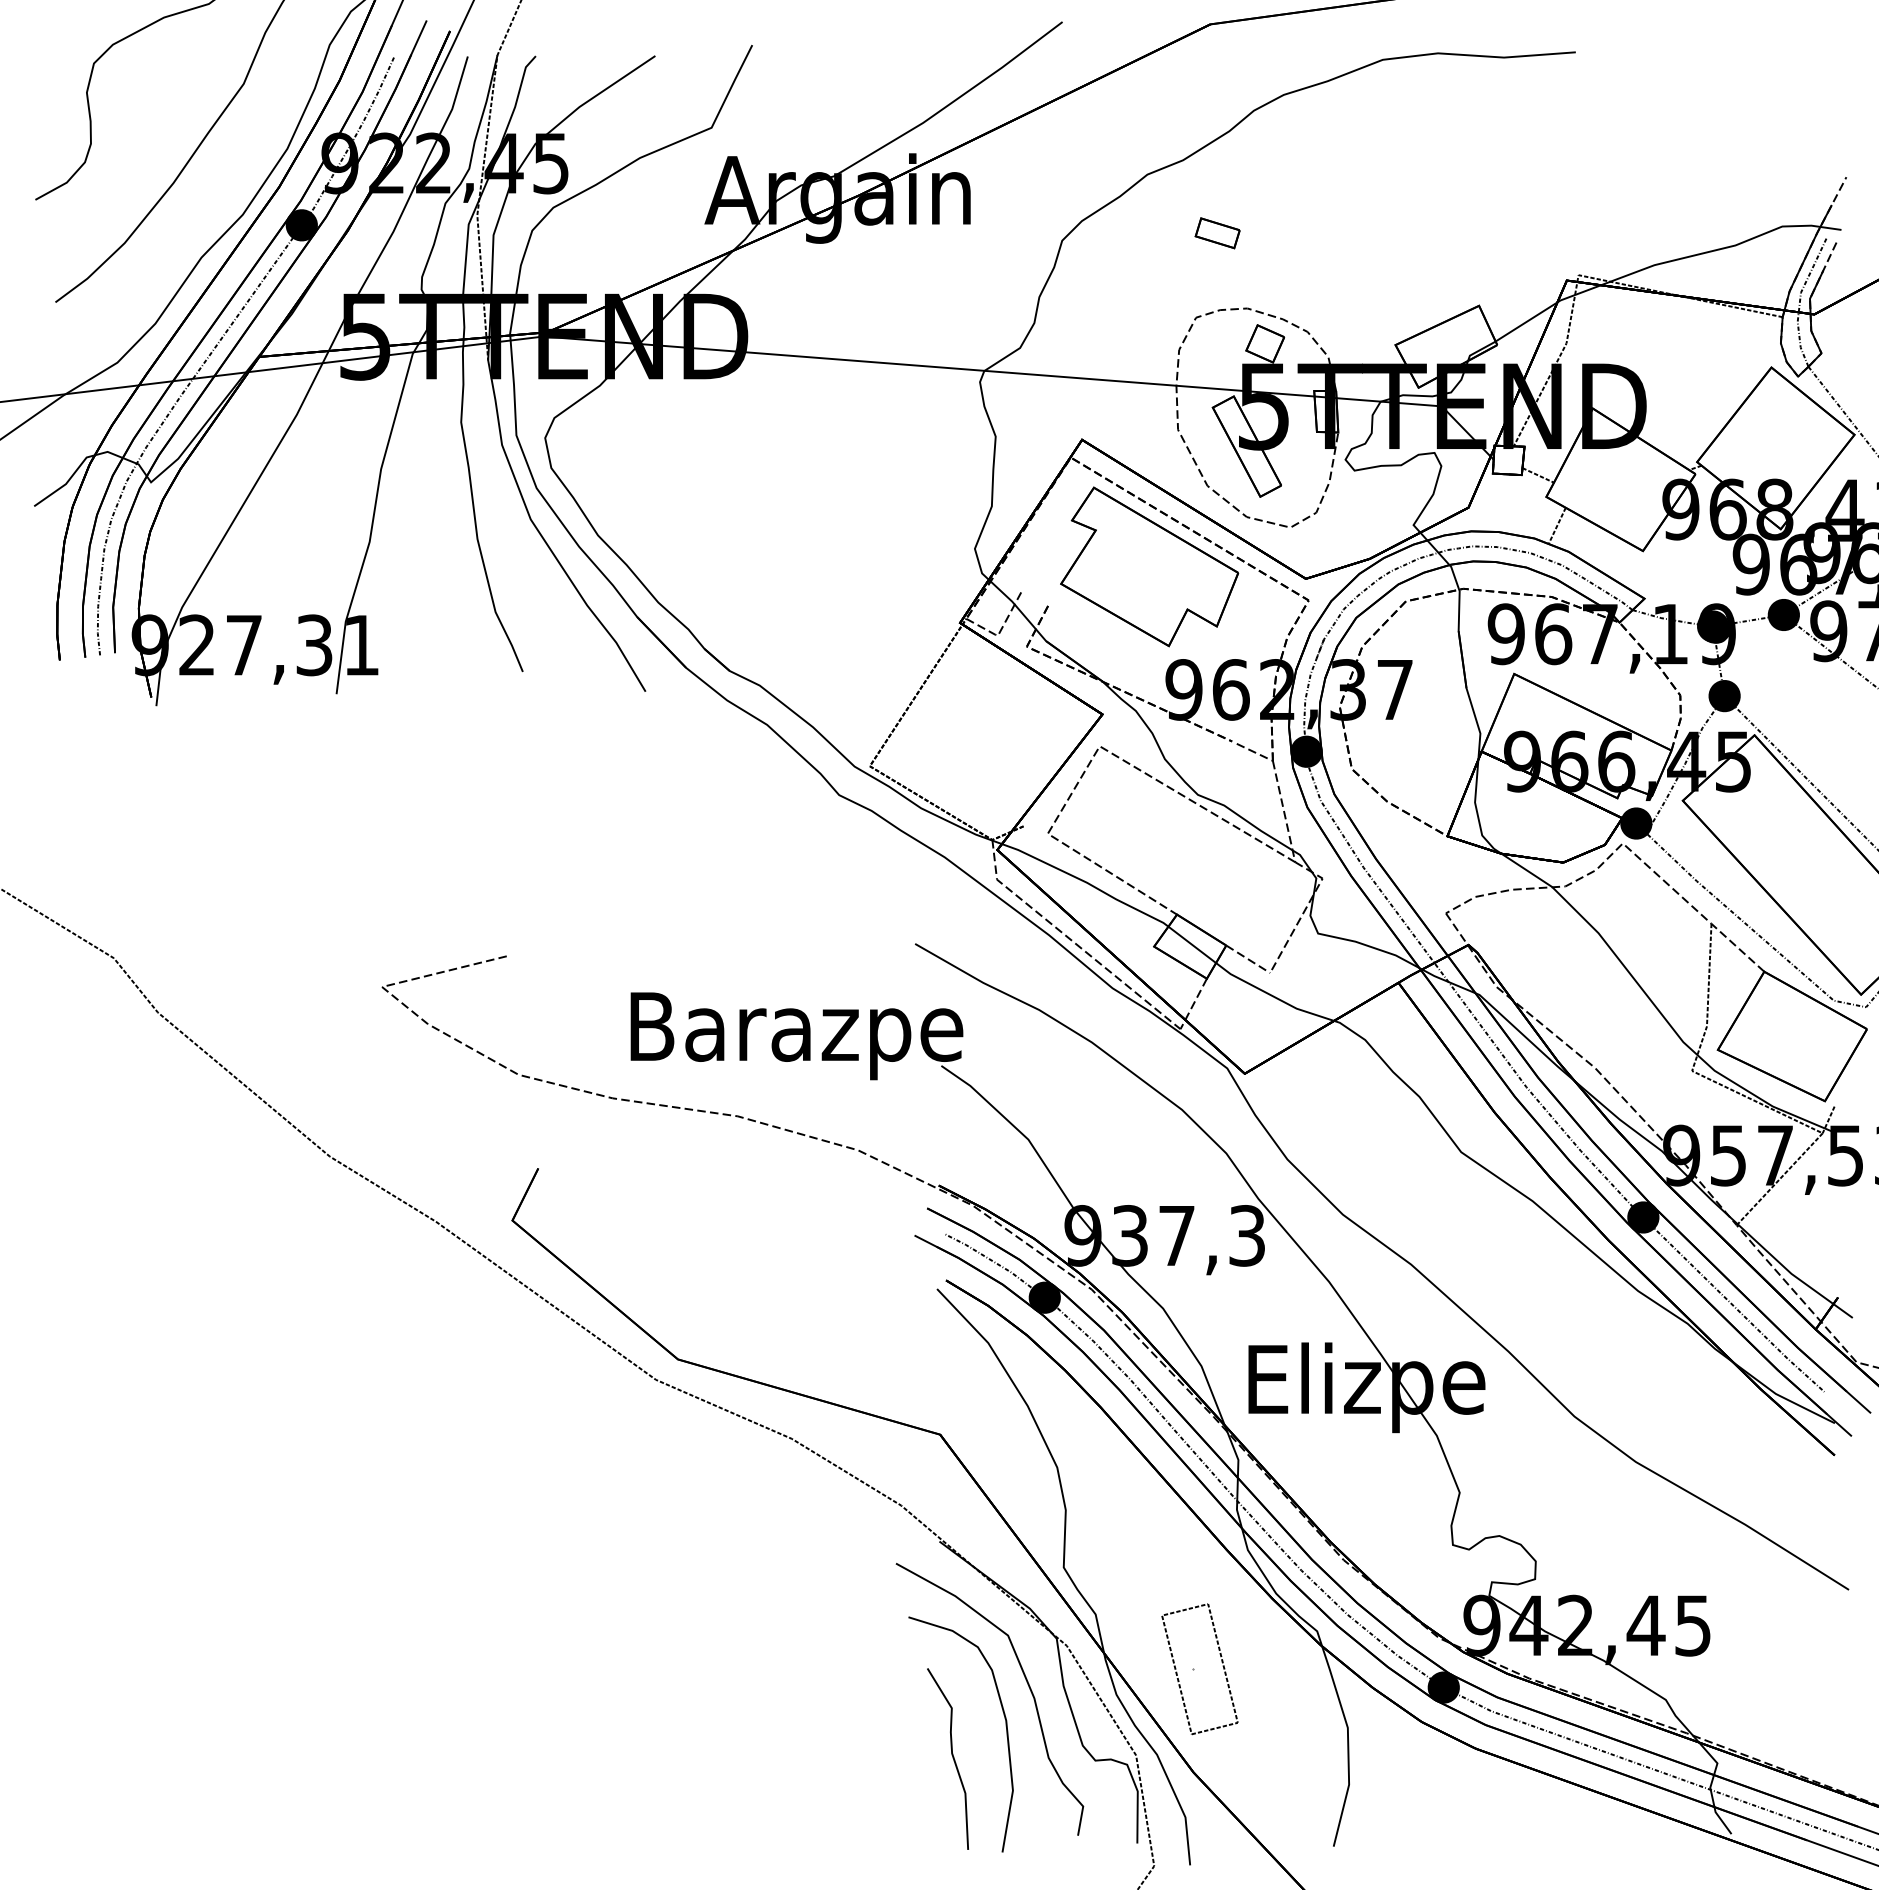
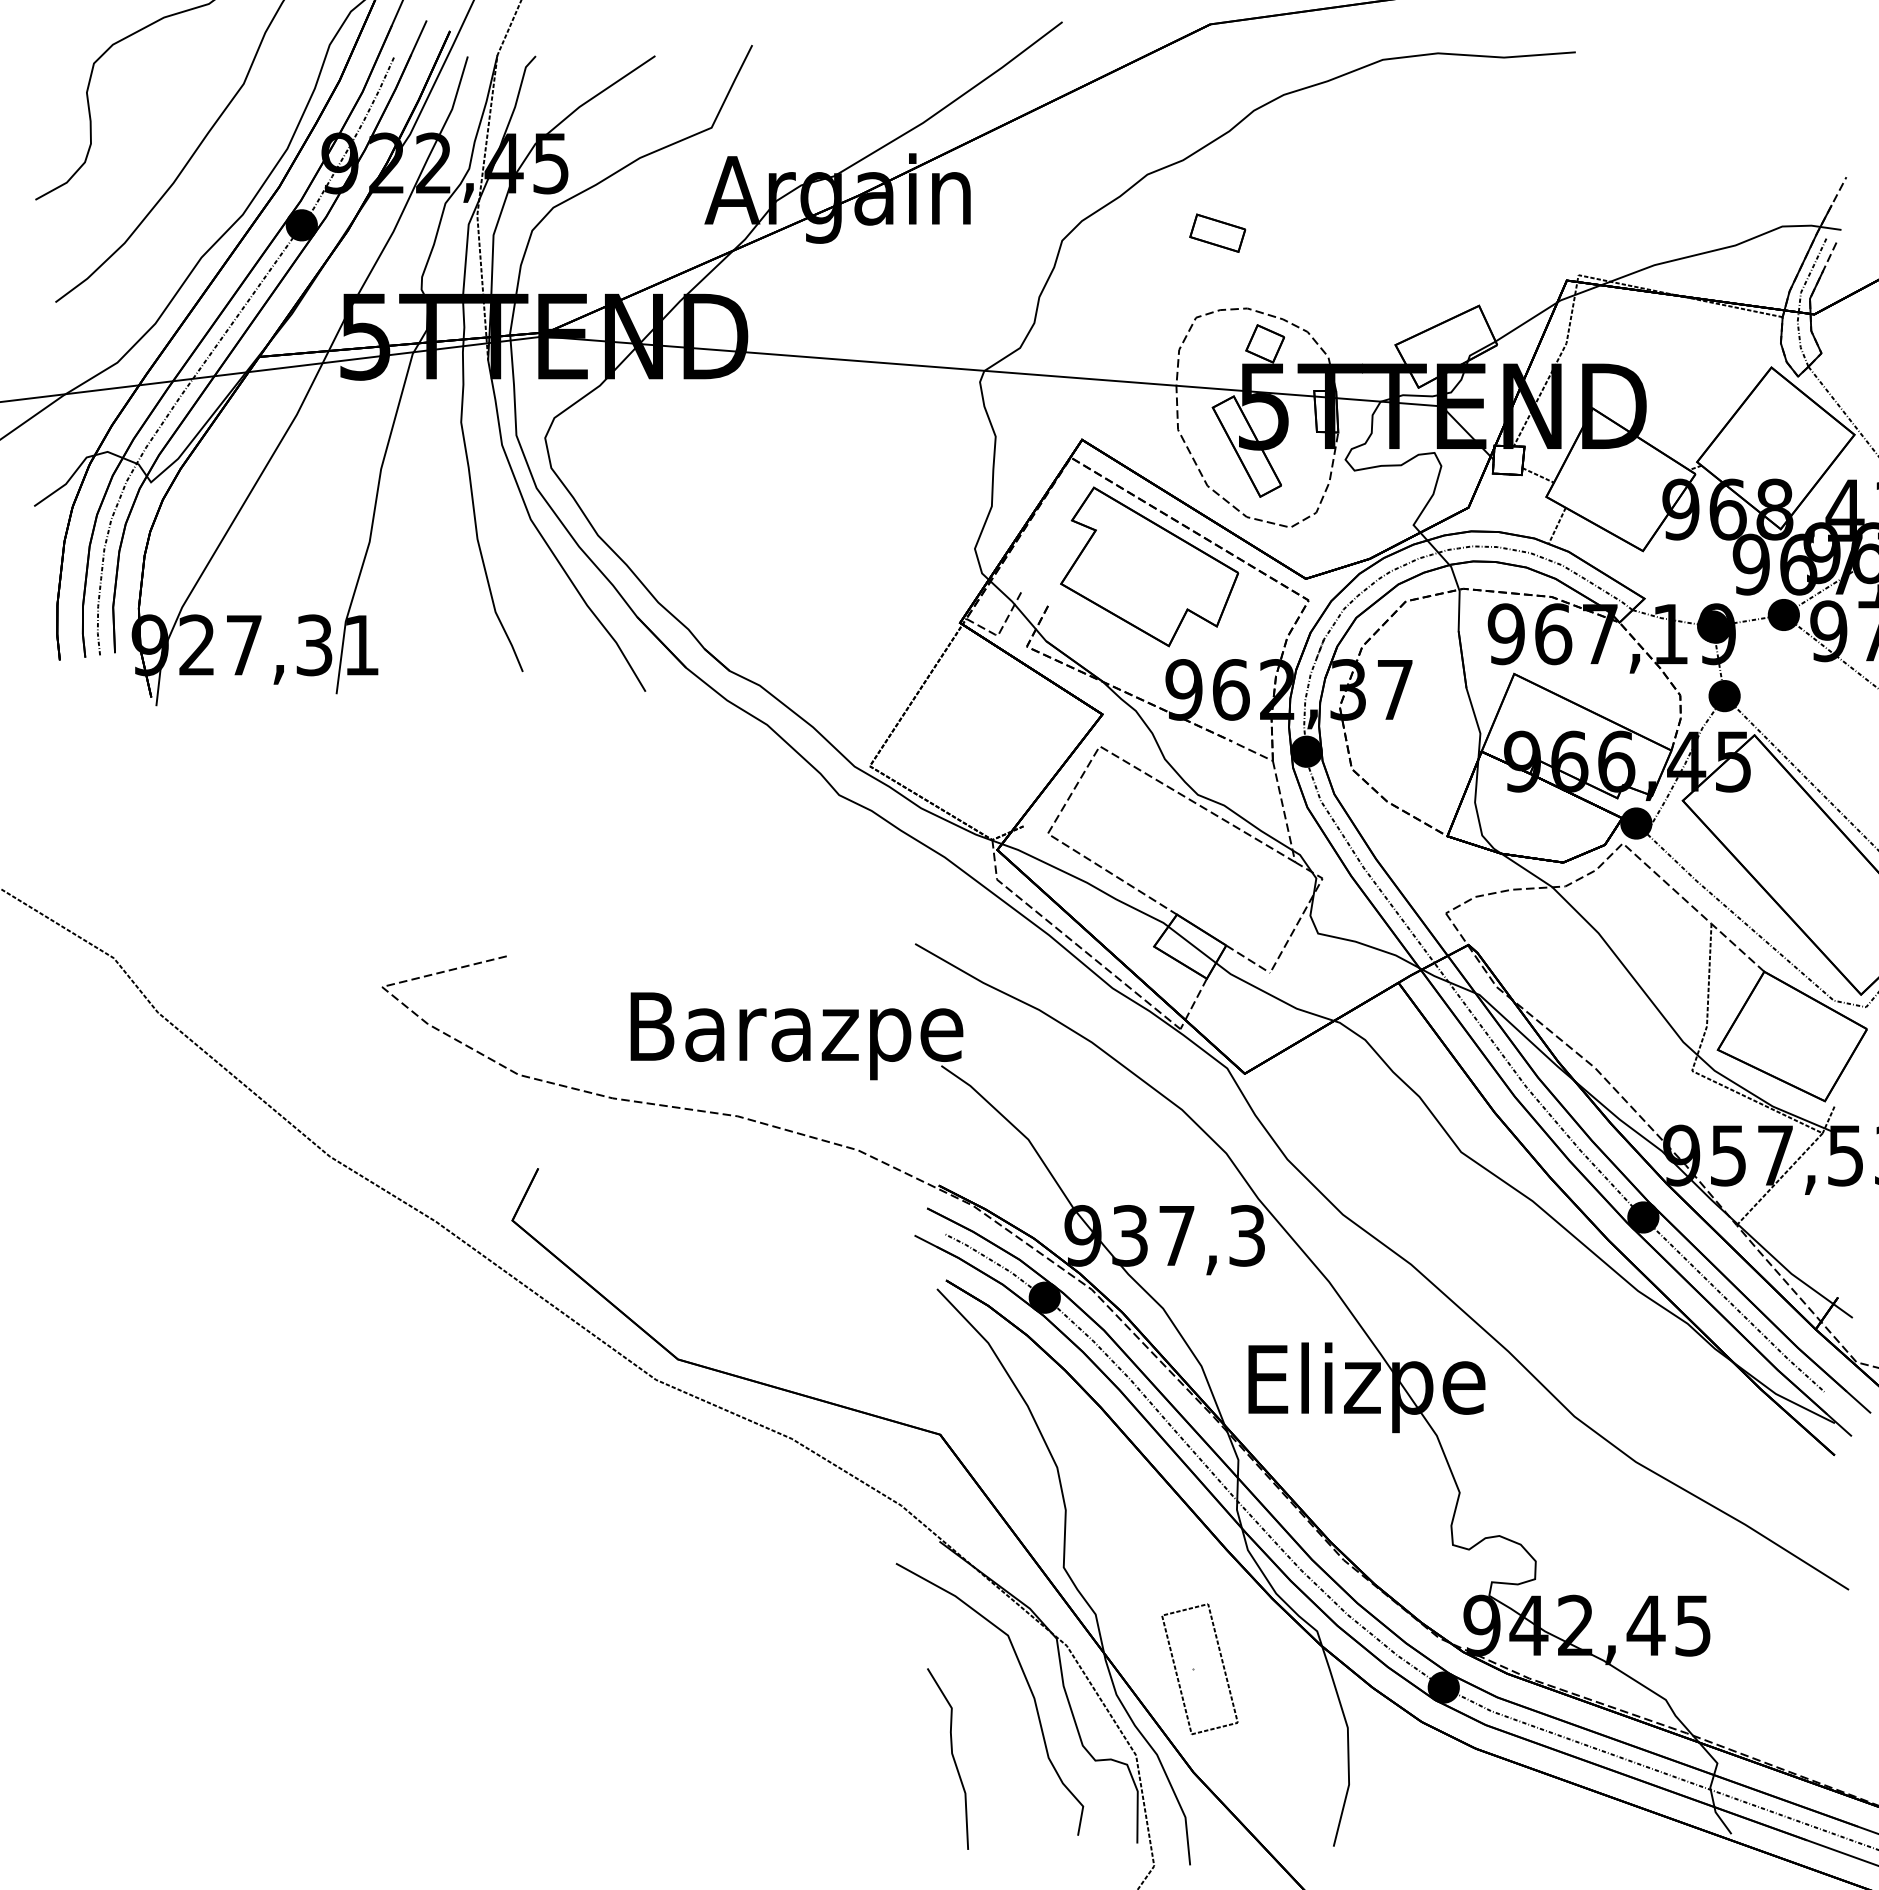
part at (1217, 233) size: 47x33 px -> 58x40 px
curve at (1005, 1726): present -> none
